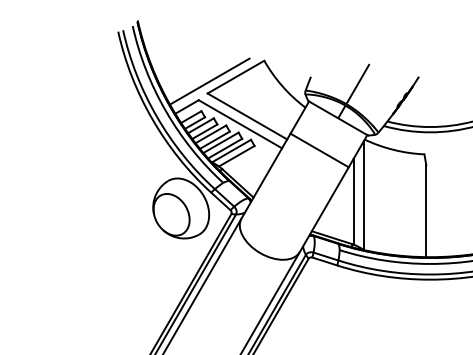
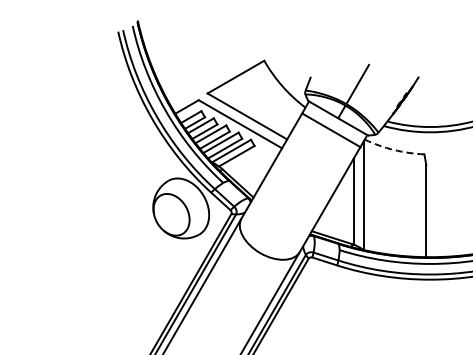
line at (209, 81): present -> none
arc at (393, 149): solid -> dashed
line at (319, 150) position: (319, 150) -> (331, 130)
